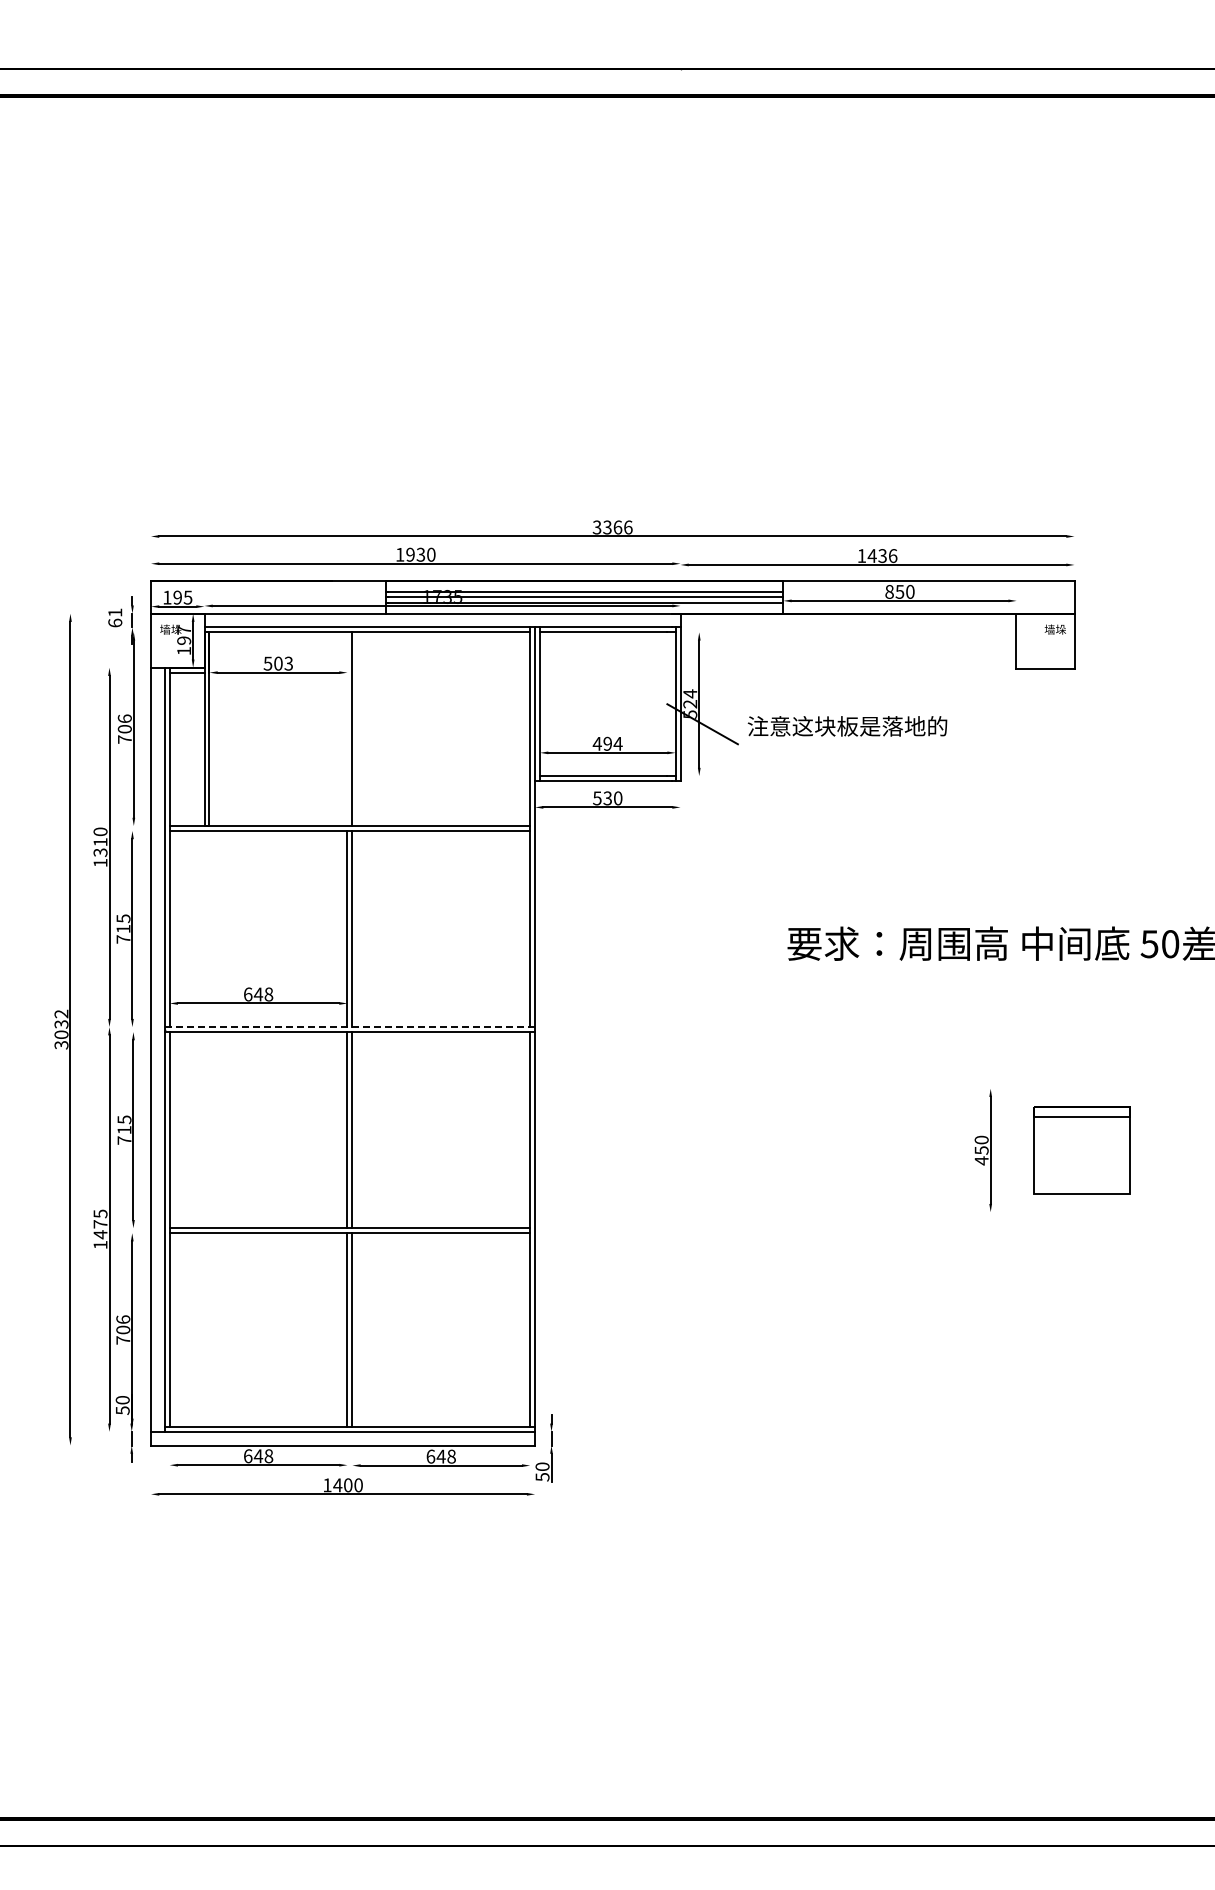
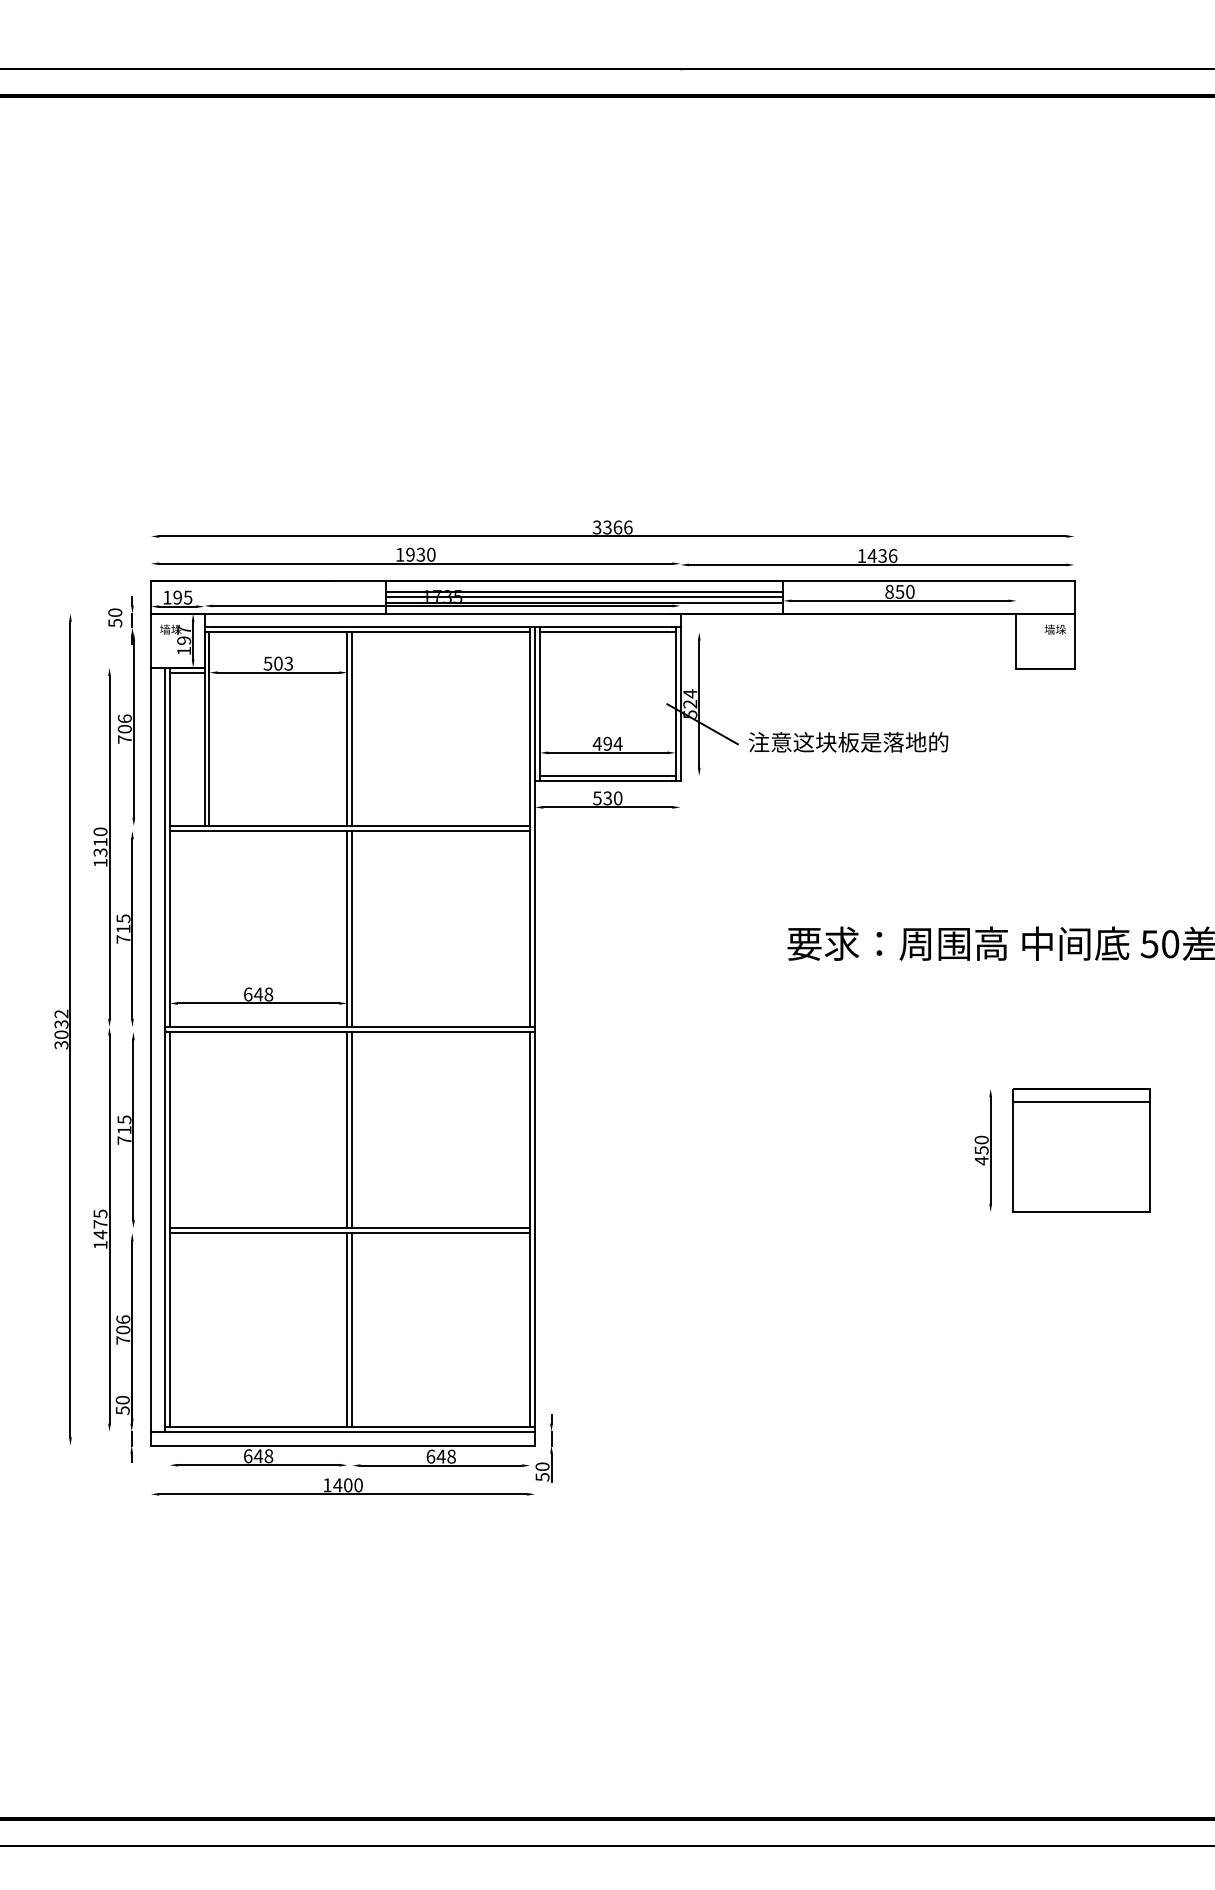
text at (115, 617): 61 -> 50
text at (847, 726) position: (847, 726) -> (848, 742)
line at (347, 729): none -> present
line at (350, 1027): dashed -> solid
part at (1081, 1150) size: 98x89 px -> 139x125 px
